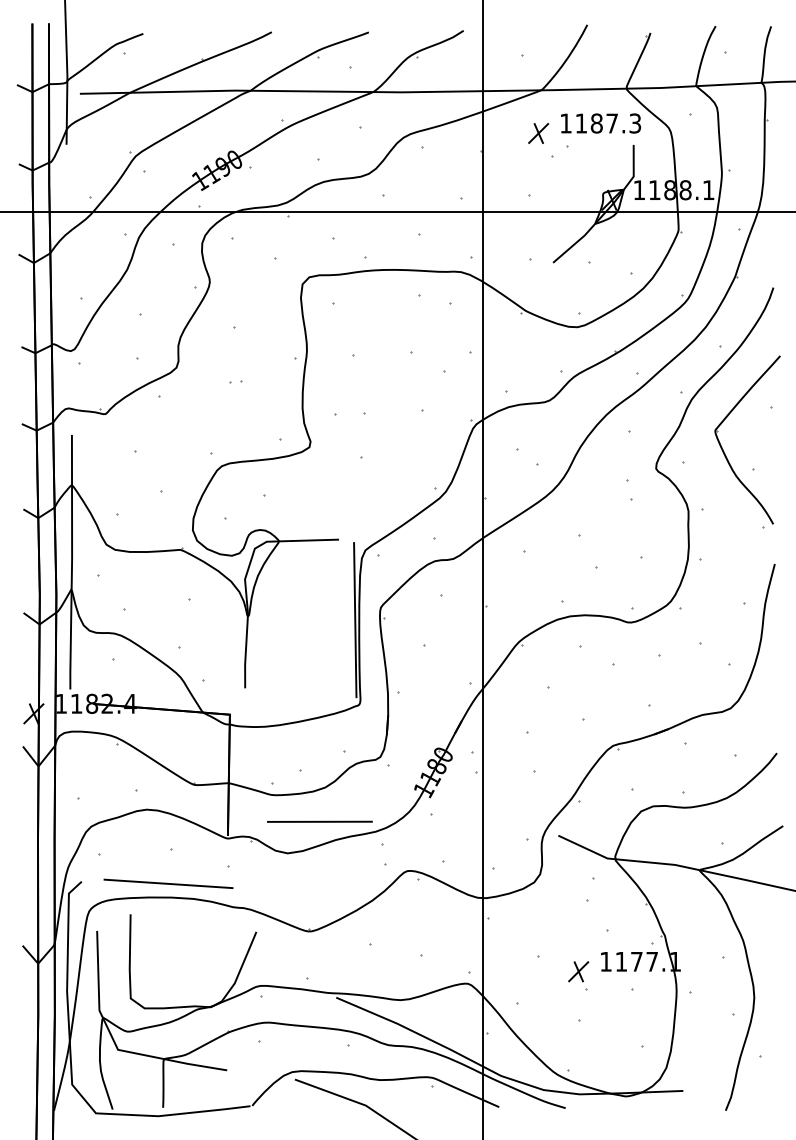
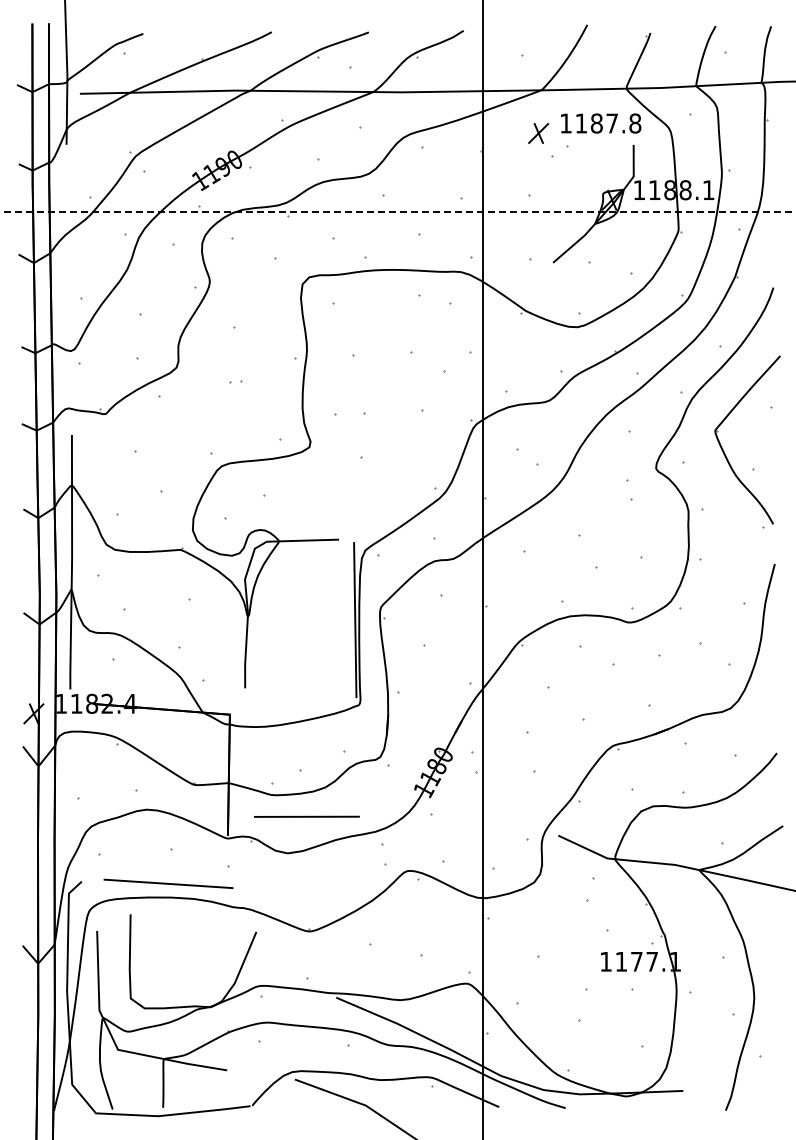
text at (635, 123): 1187.3 -> 1187.8
line at (398, 212): solid -> dashed
line at (319, 821) position: (319, 821) -> (306, 816)
part at (578, 971): present -> none
